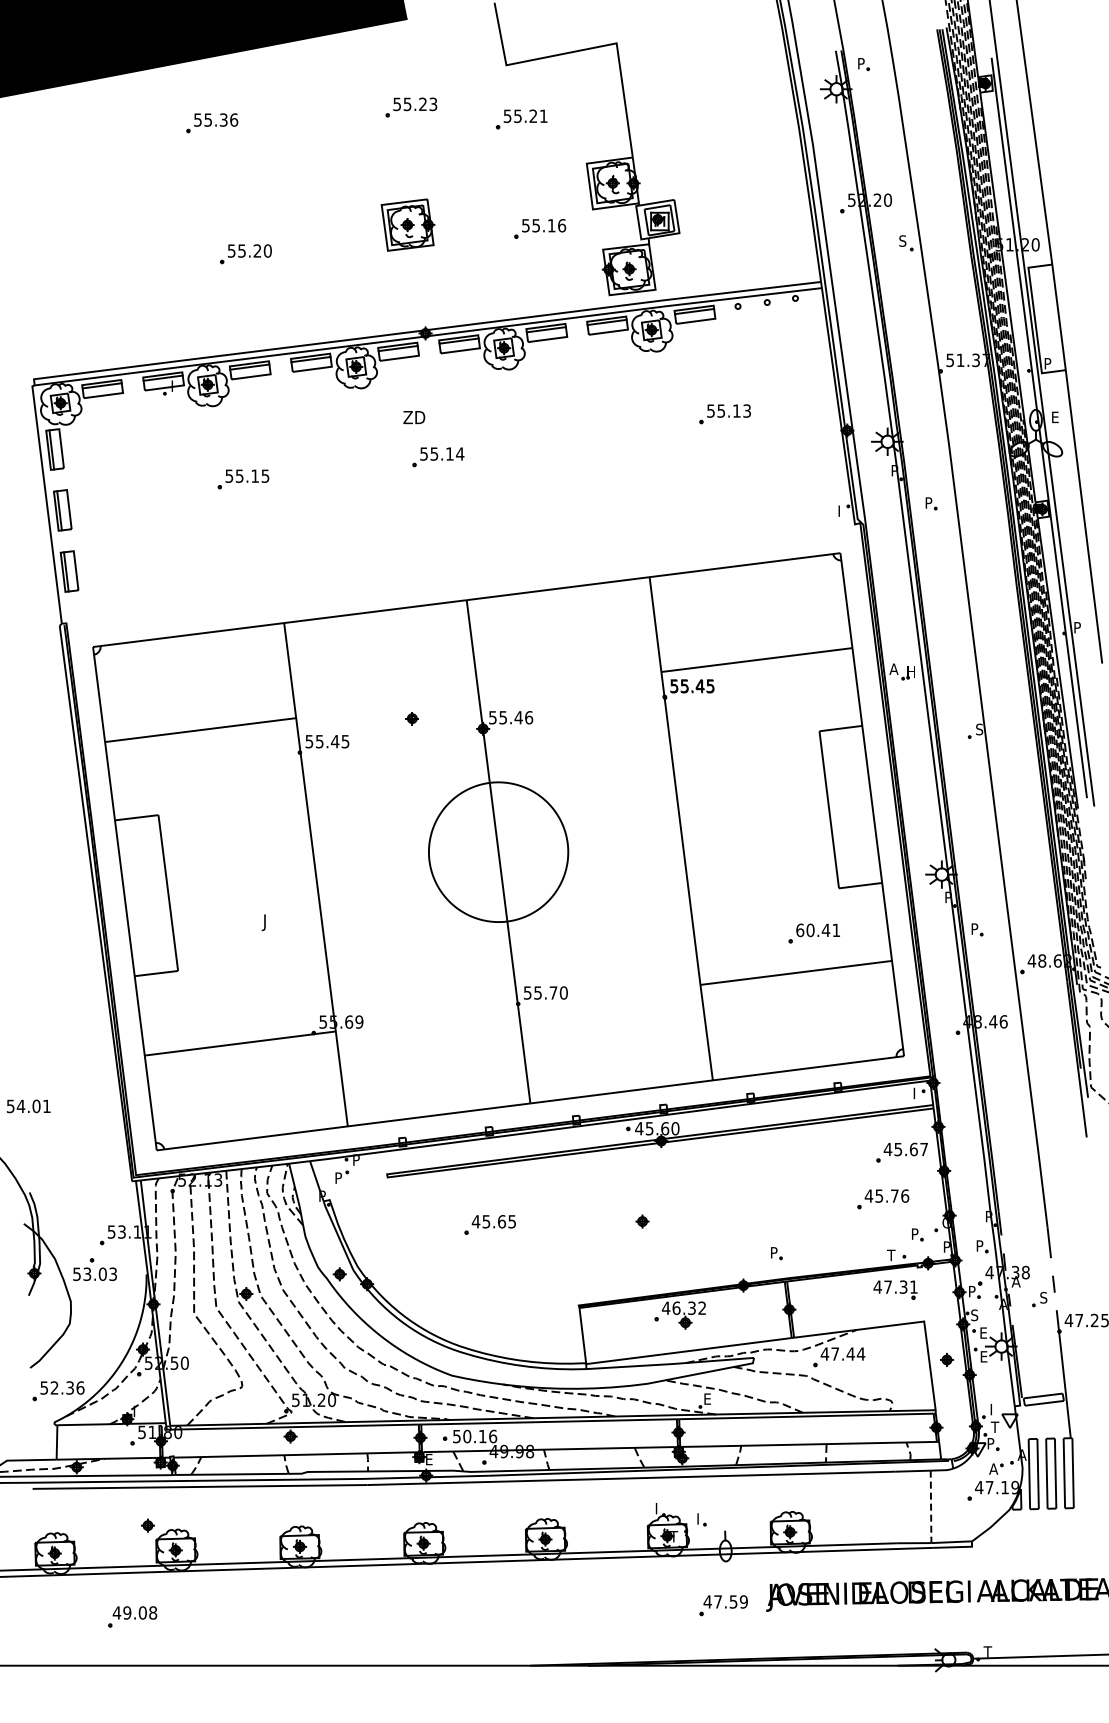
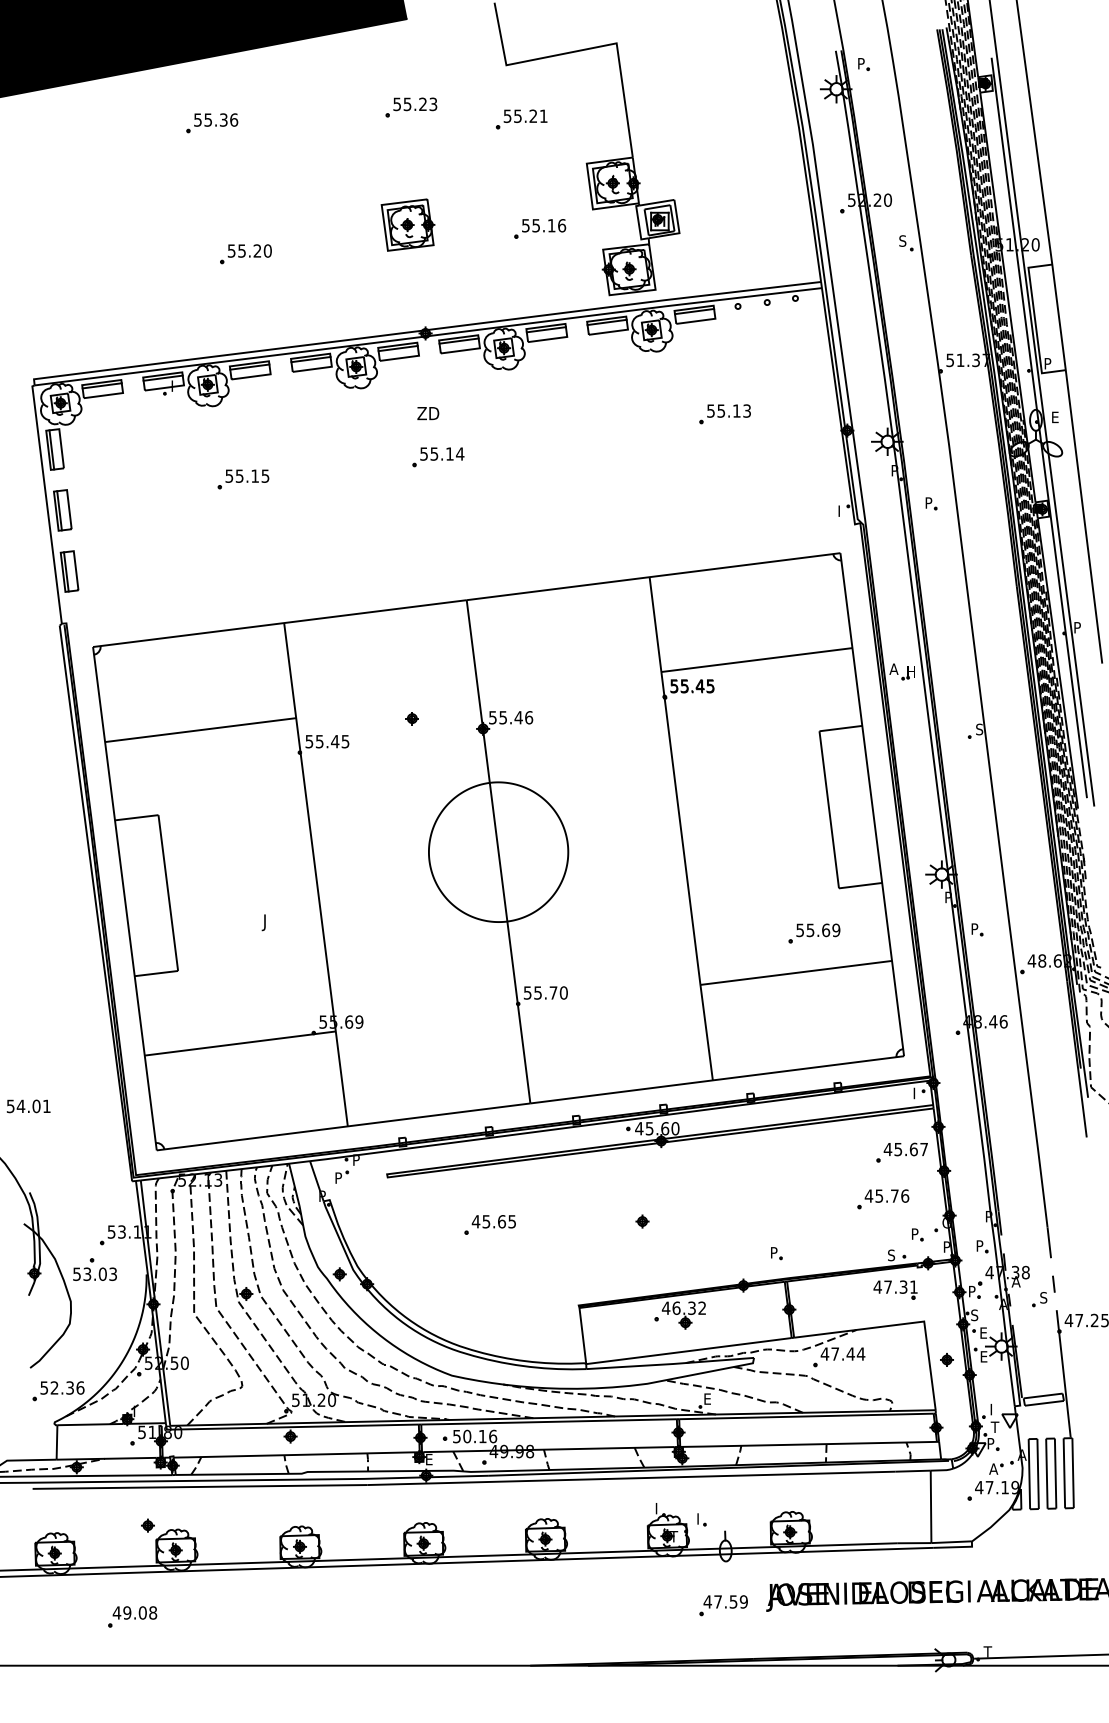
text at (414, 417) position: (414, 417) -> (428, 413)
text at (818, 930): 60.41 -> 55.69
text at (891, 1255): T -> S
line at (931, 1507): dashed -> solid
